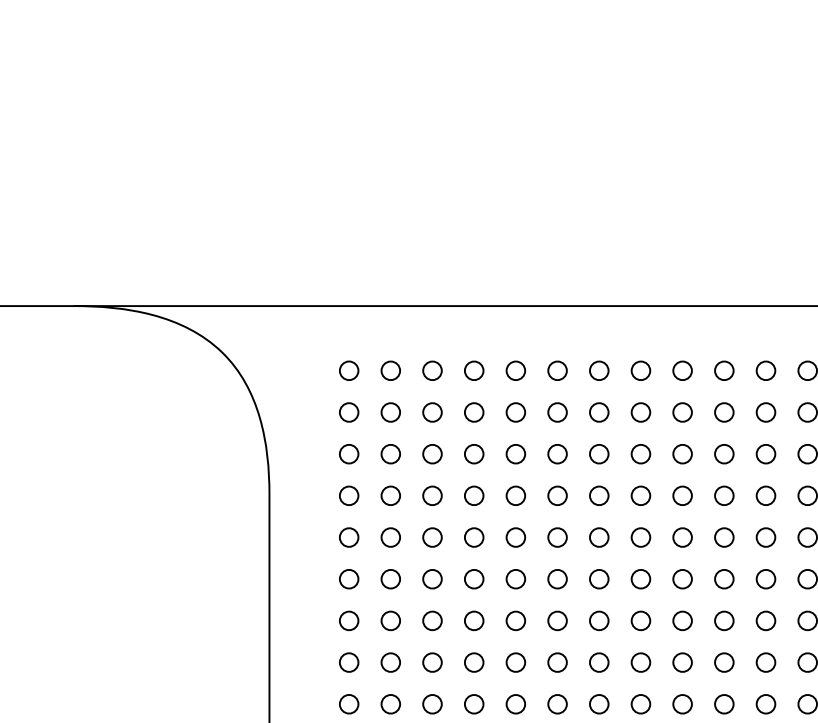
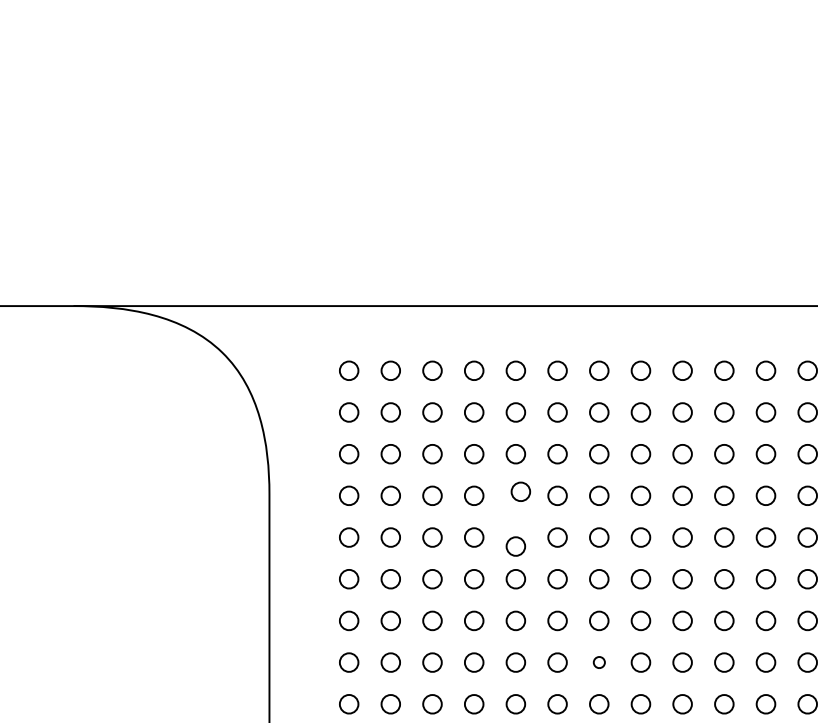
part at (515, 495) position: (515, 495) -> (520, 491)
part at (515, 537) position: (515, 537) -> (515, 546)
part at (599, 662) size: 21x21 px -> 14x13 px
